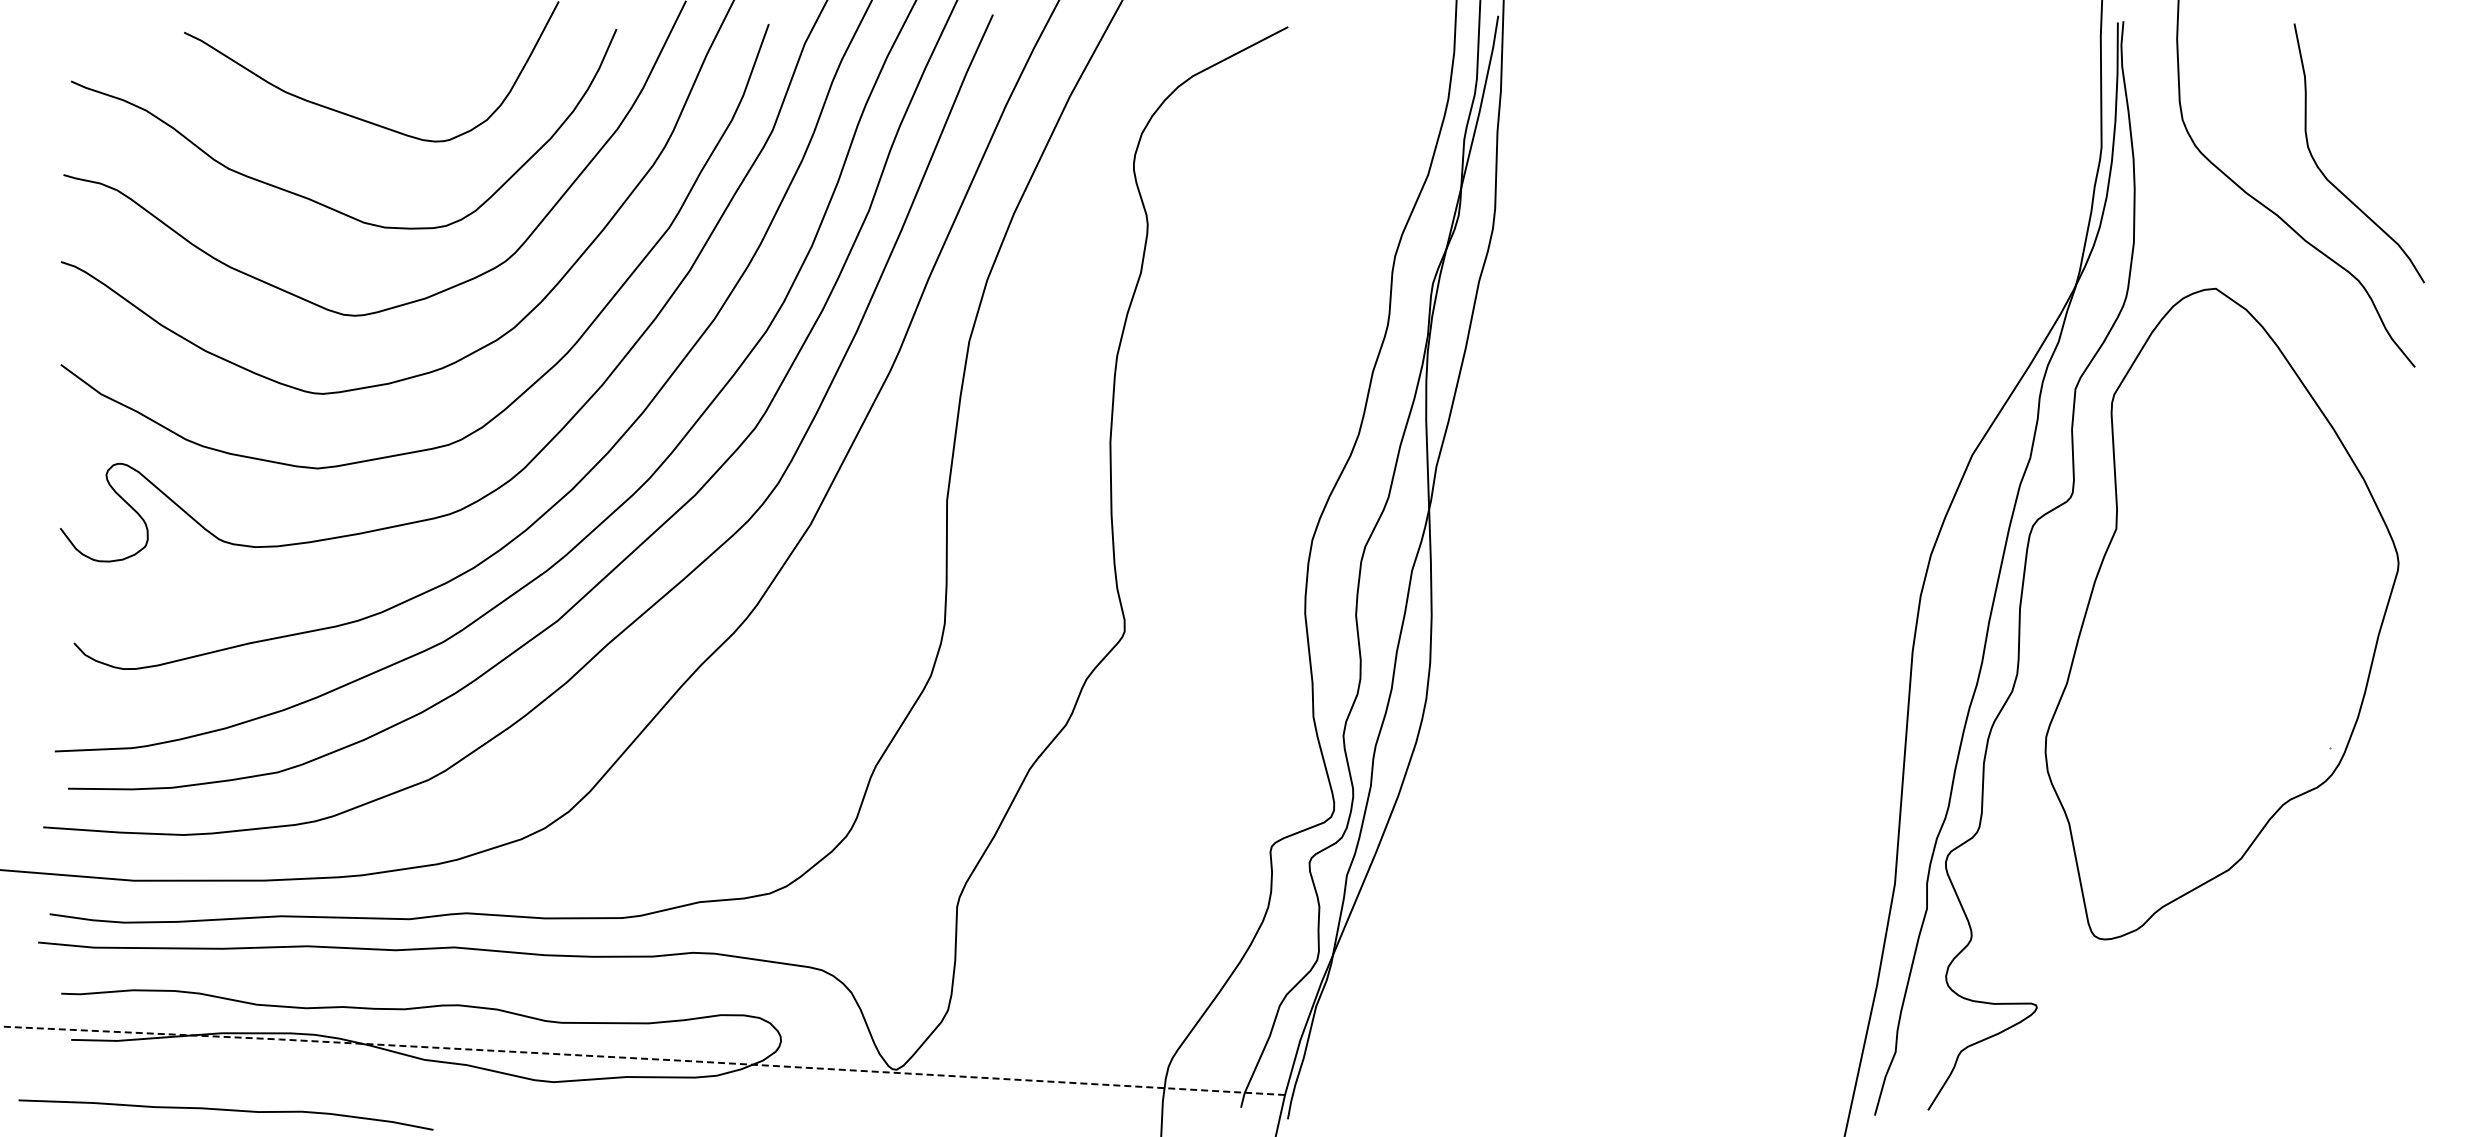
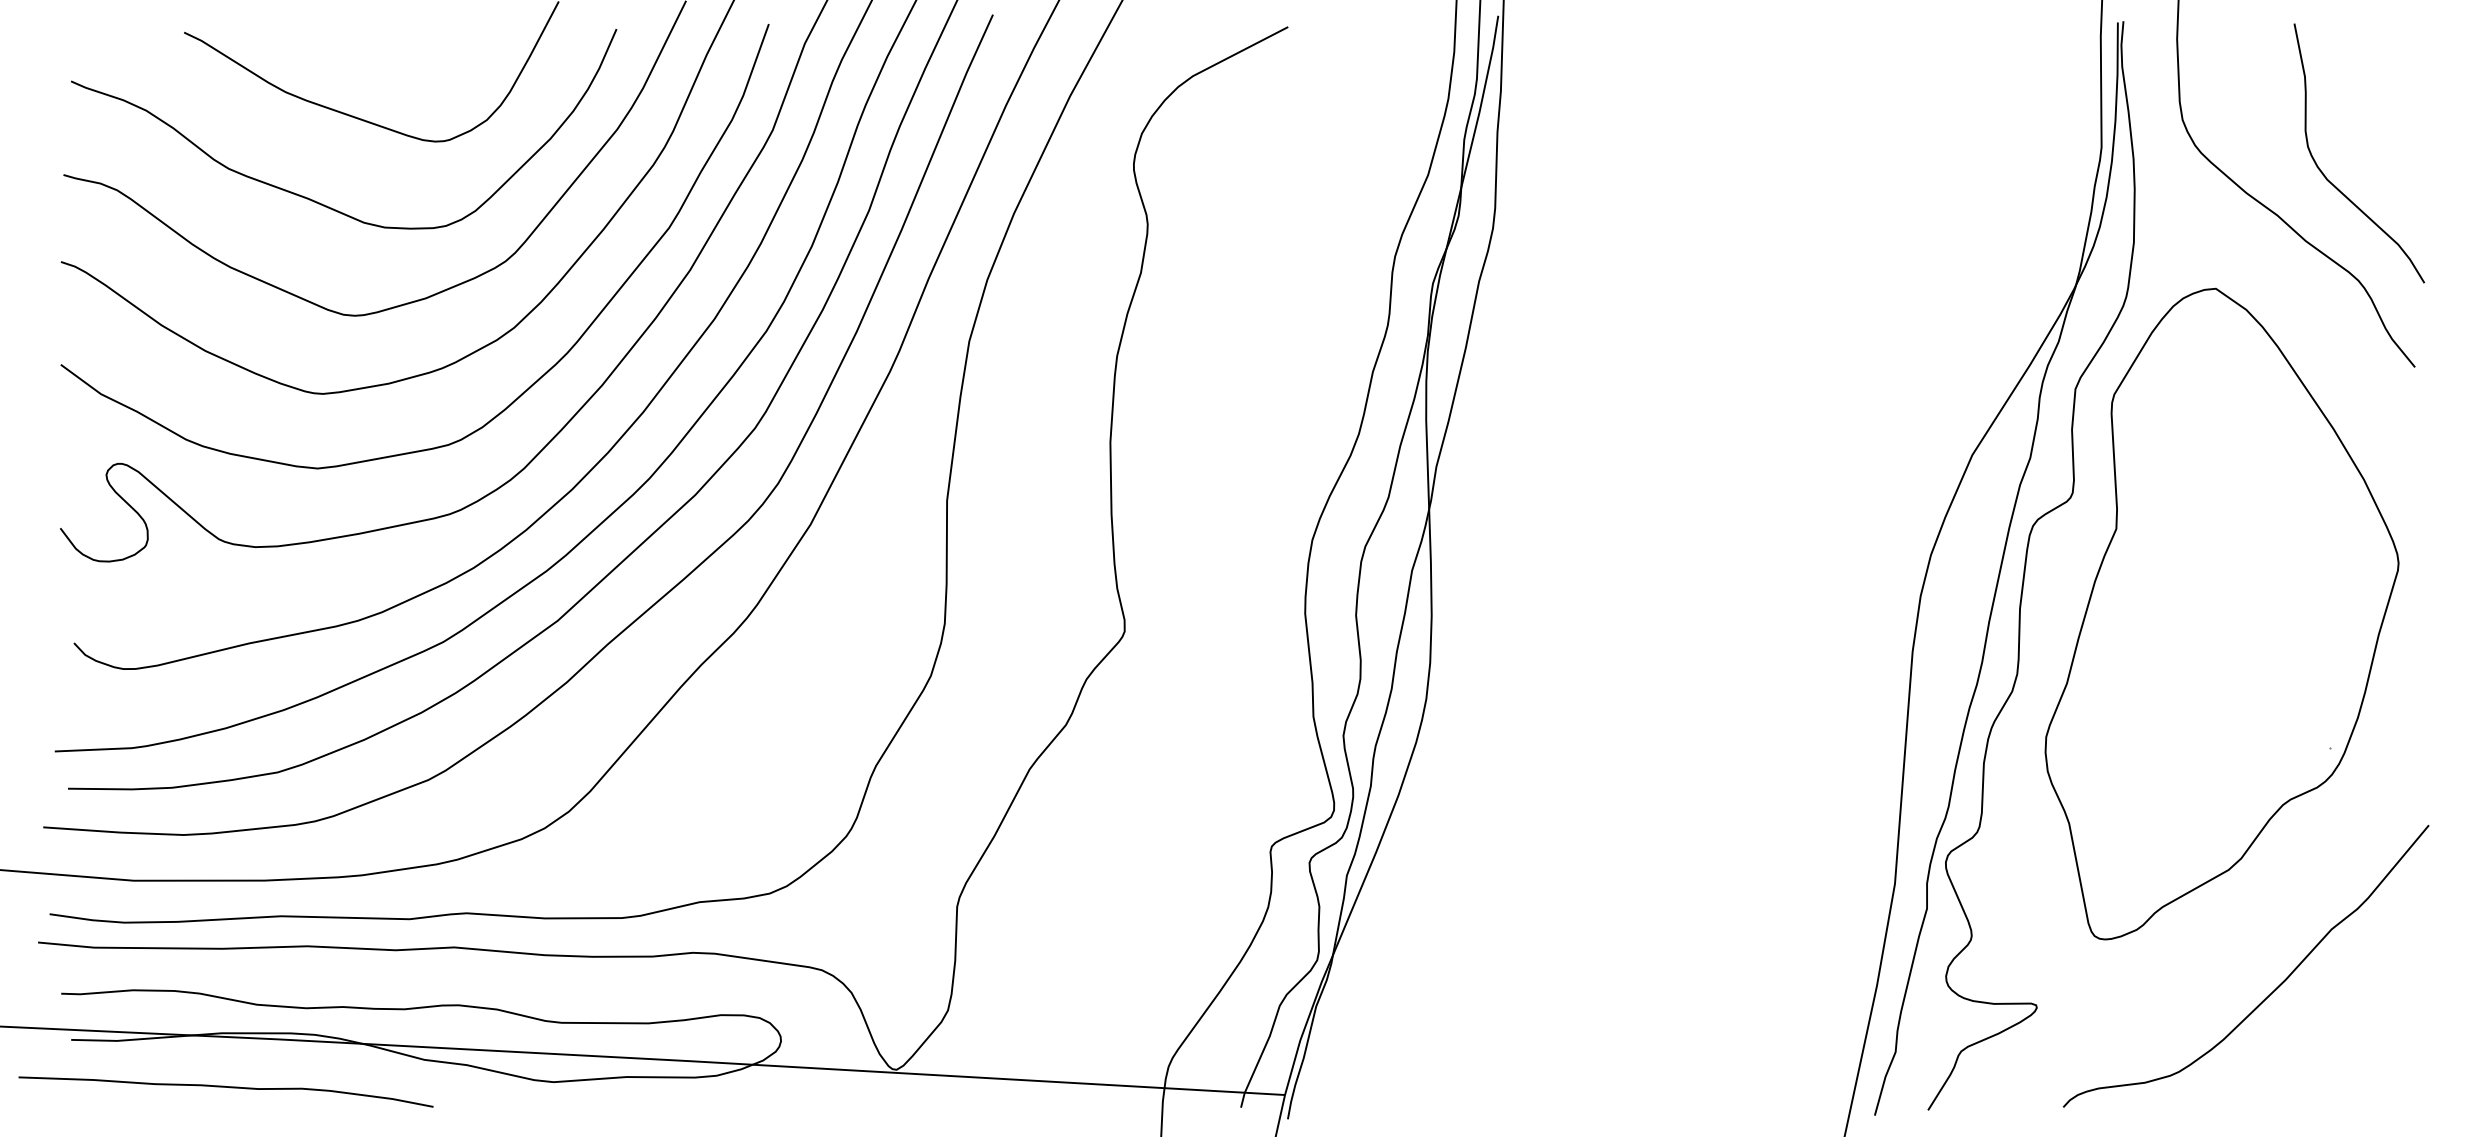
curve at (2272, 991): none -> present
line at (642, 1058): dashed -> solid
curve at (225, 1110) position: (225, 1110) -> (225, 1087)
